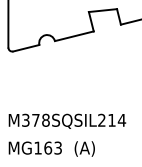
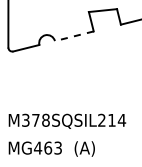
line at (74, 36): solid -> dashed
text at (37, 147): MG163 -> MG463
